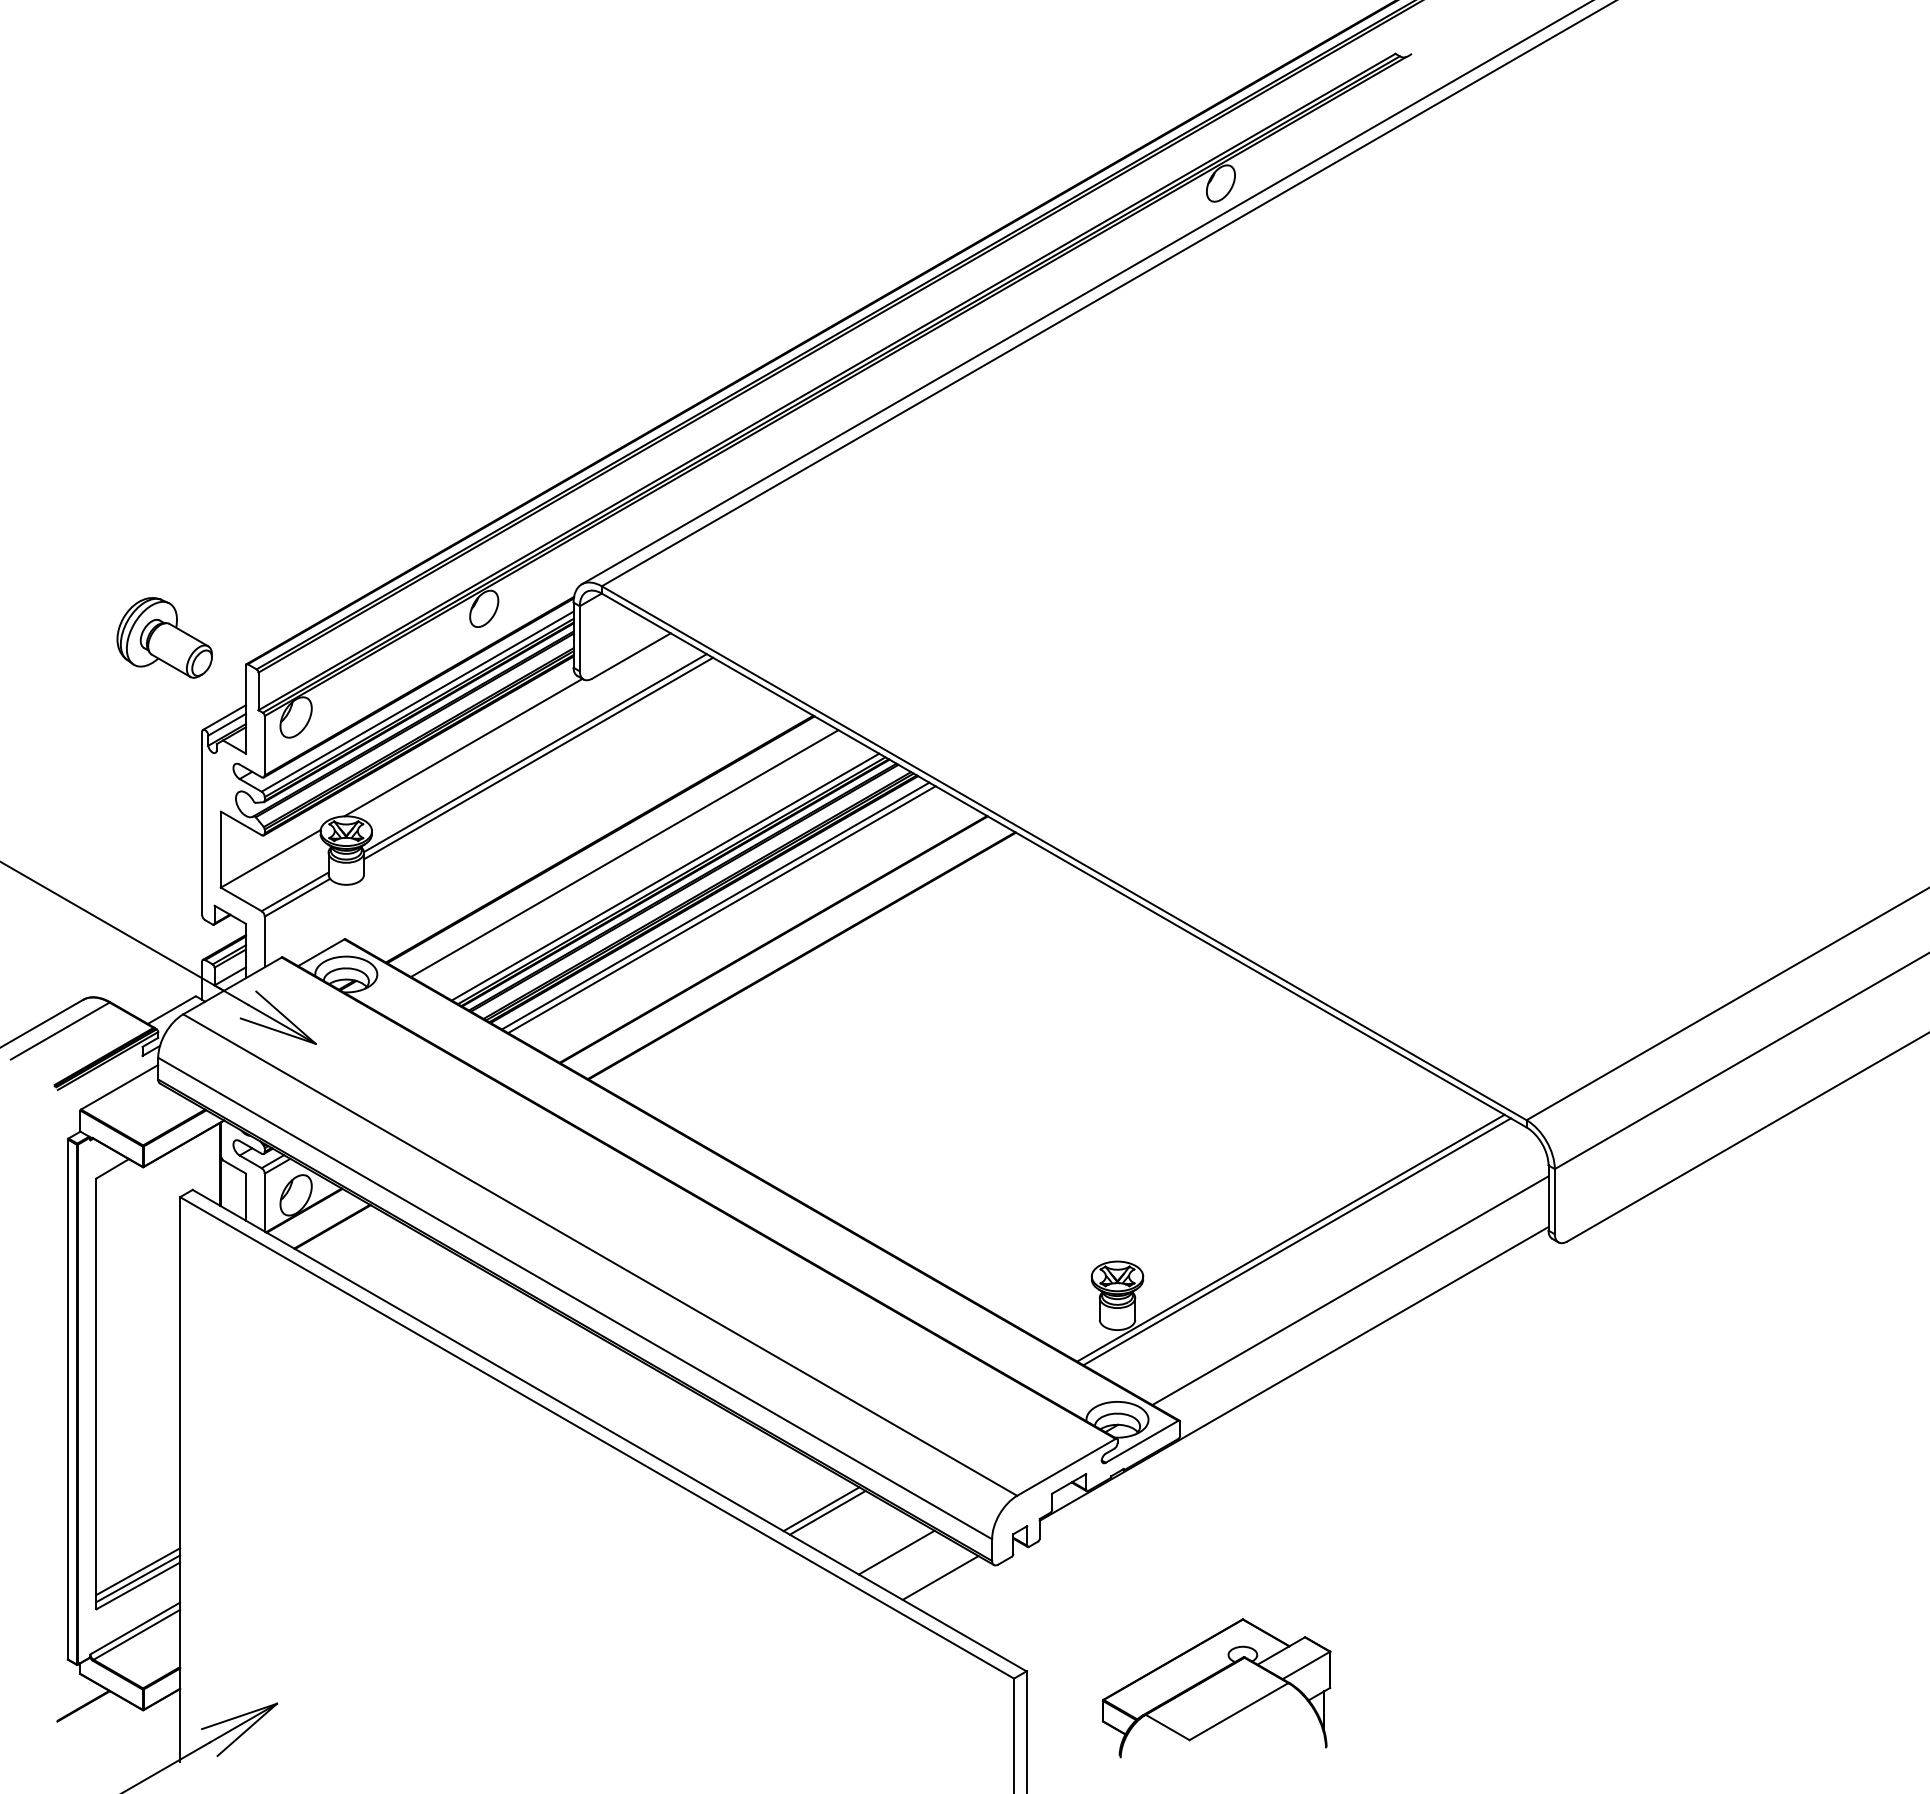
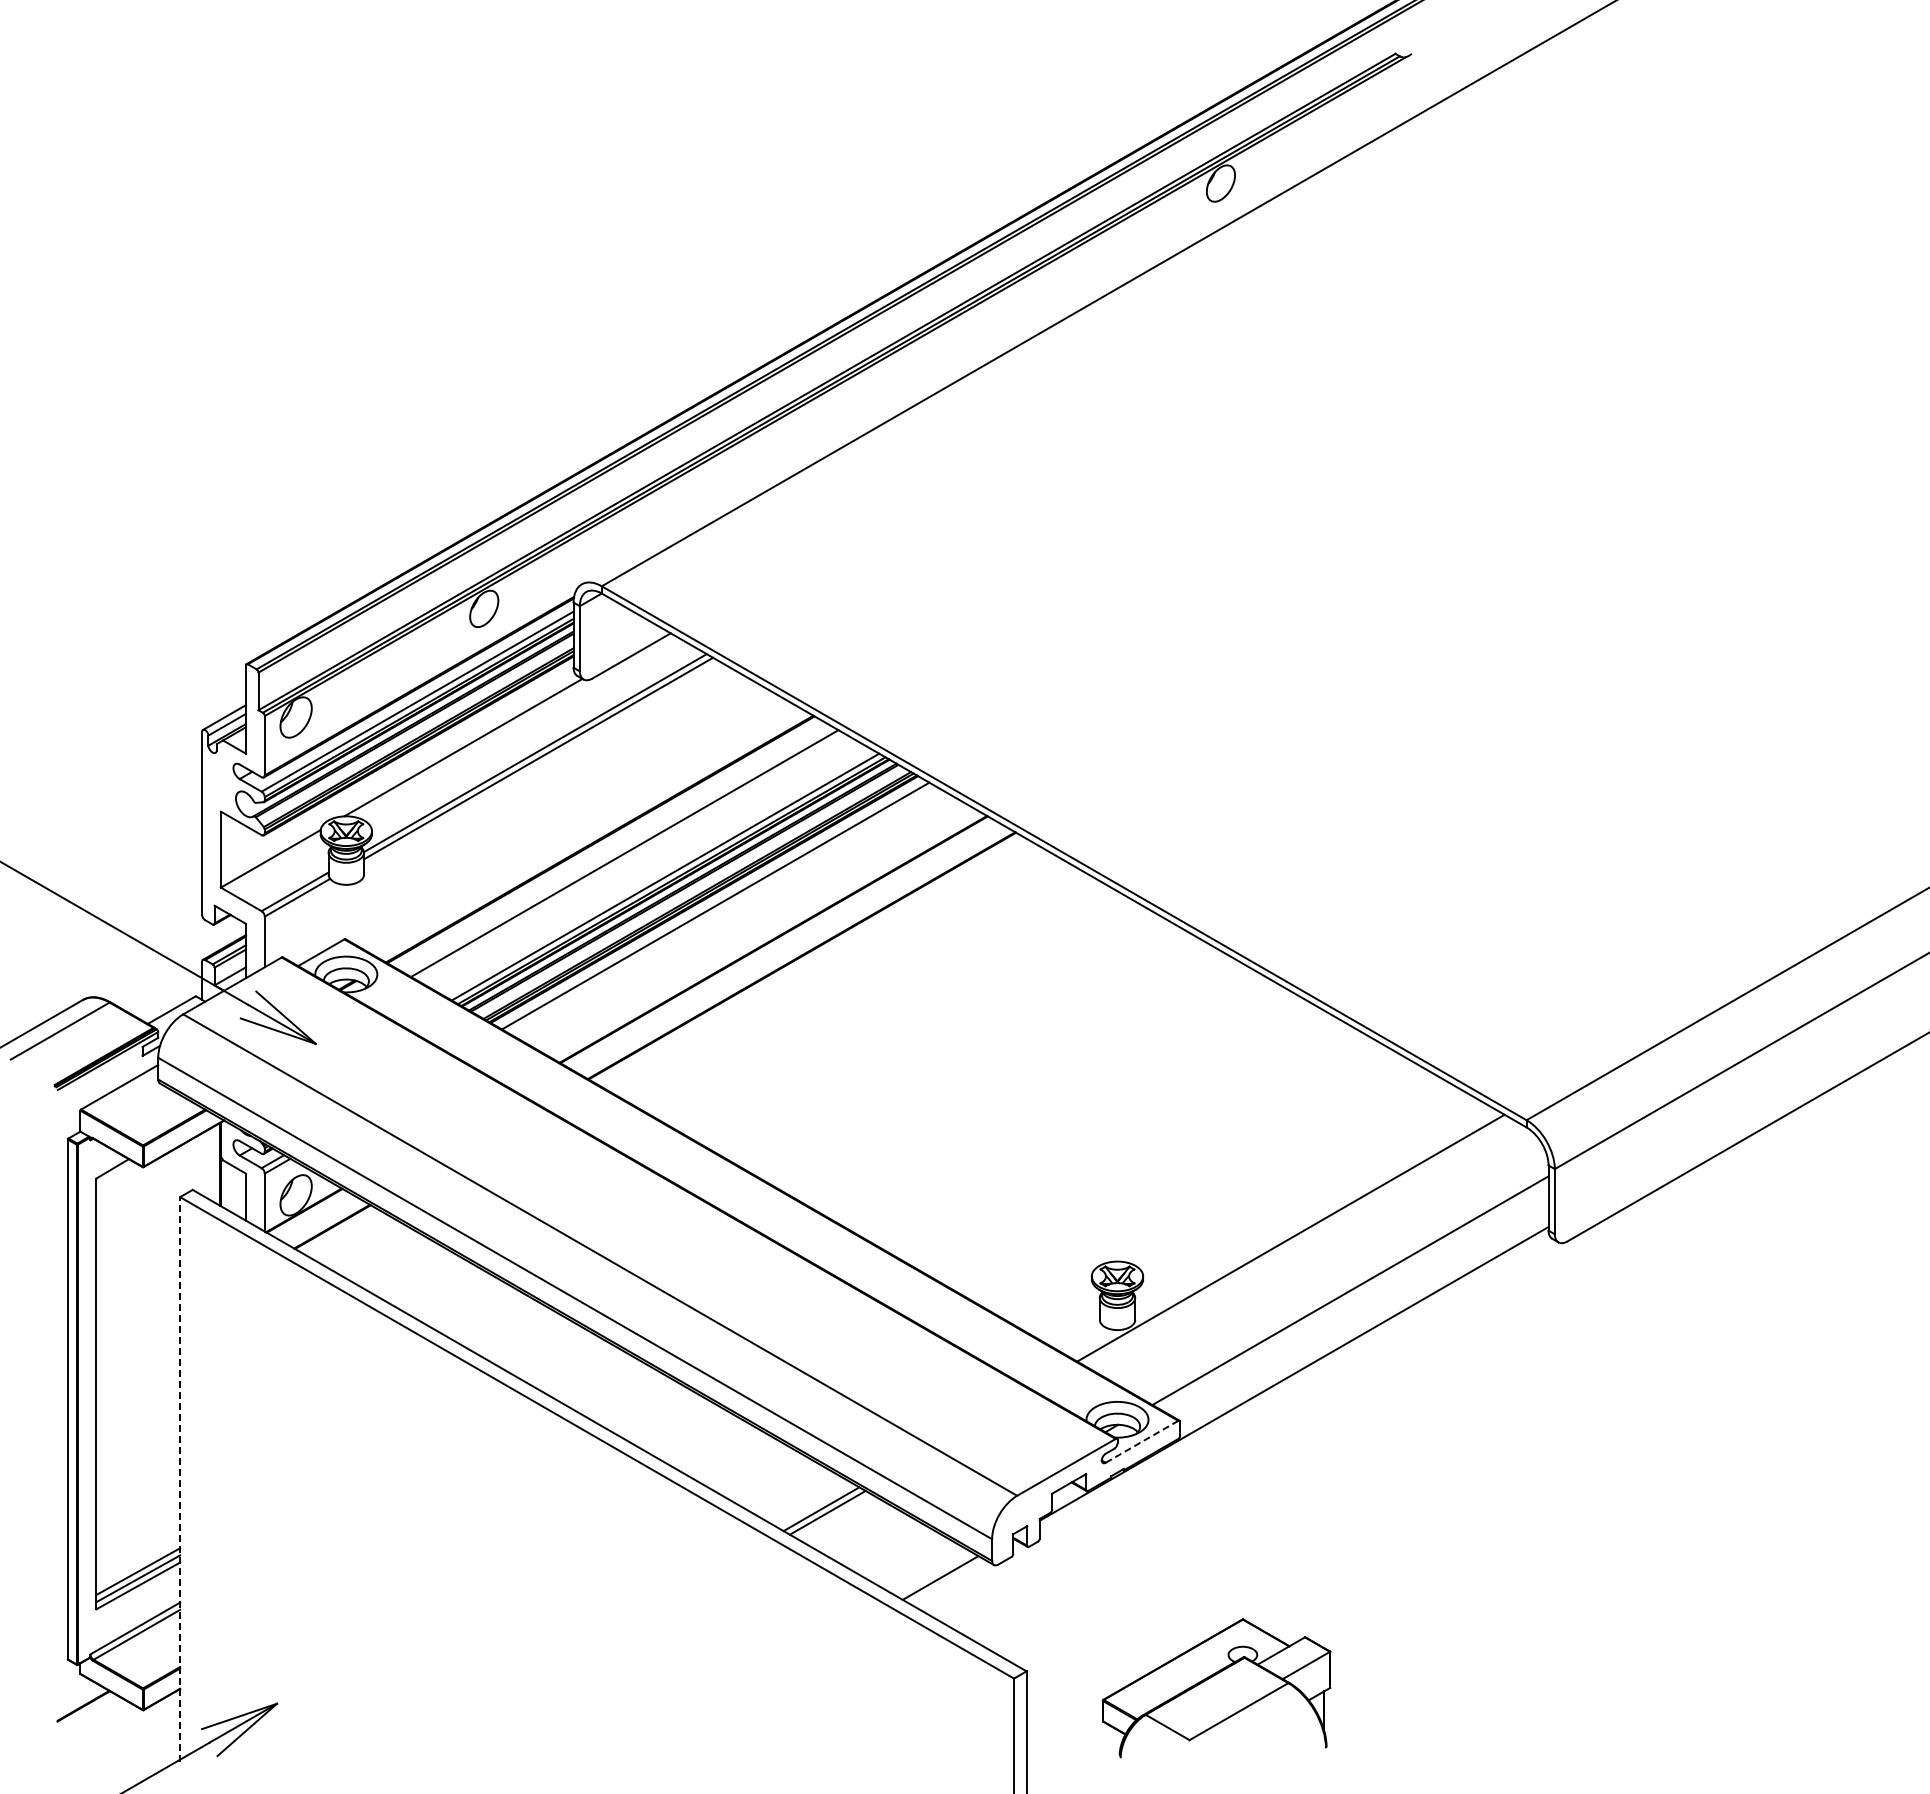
line at (1085, 293): present -> none
part at (164, 637): present -> none
line at (721, 909): present -> none
line at (1296, 1241): present -> none
line at (1142, 1441): solid -> dashed
line at (180, 1479): solid -> dashed
line at (896, 1552): present -> none
